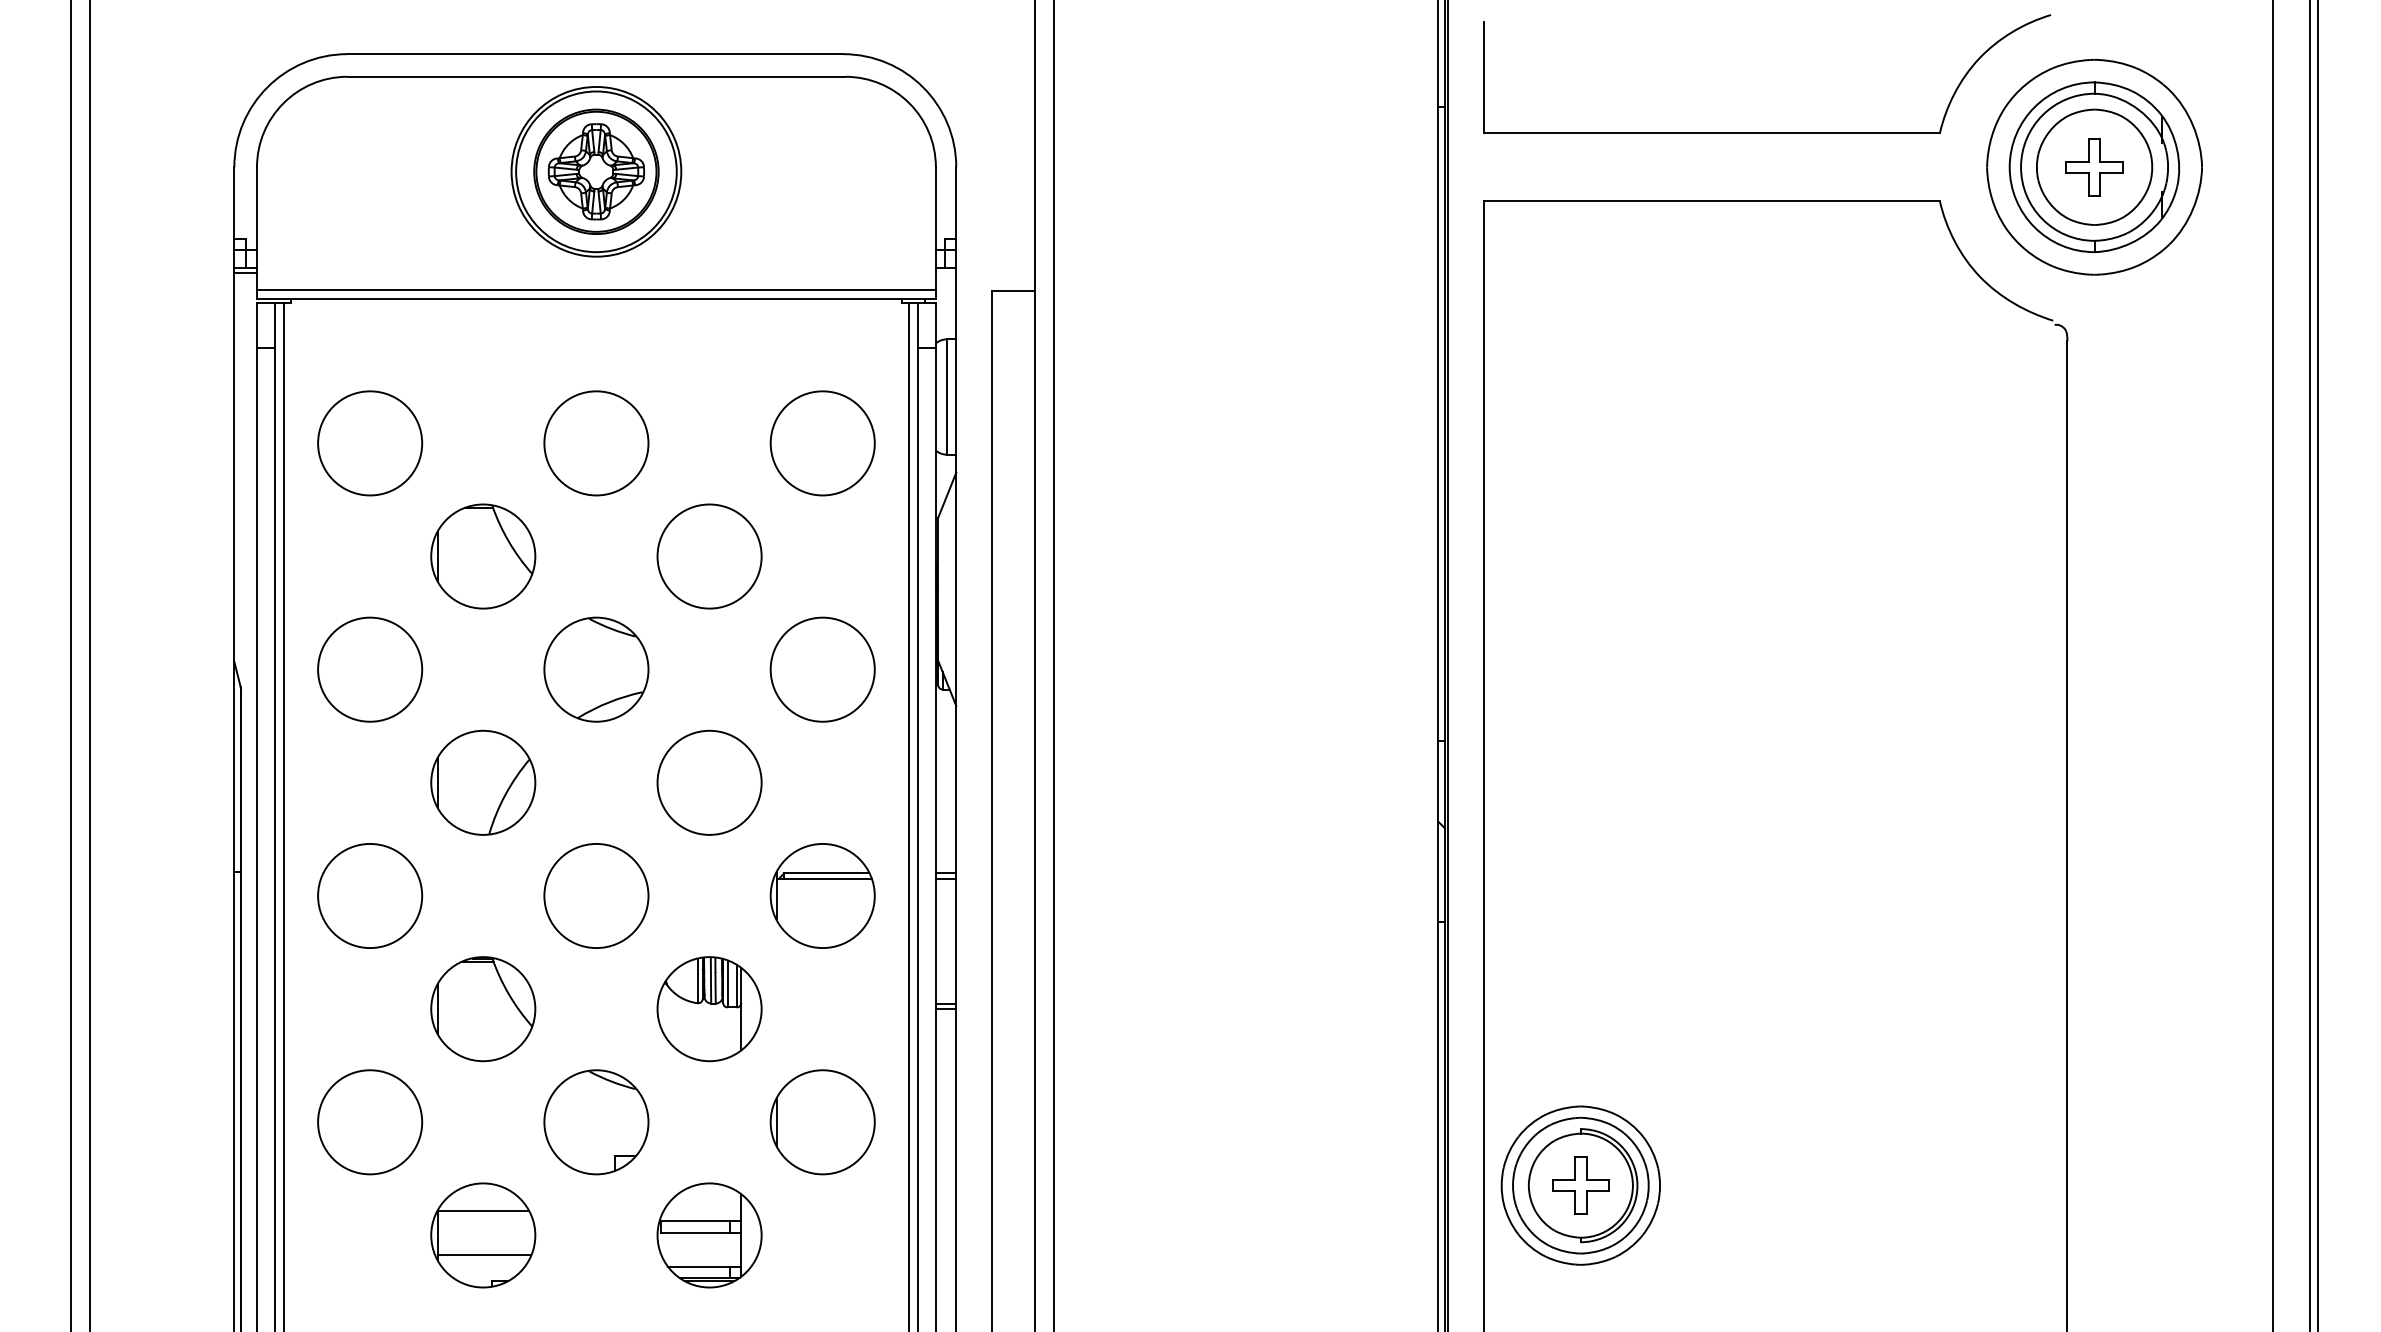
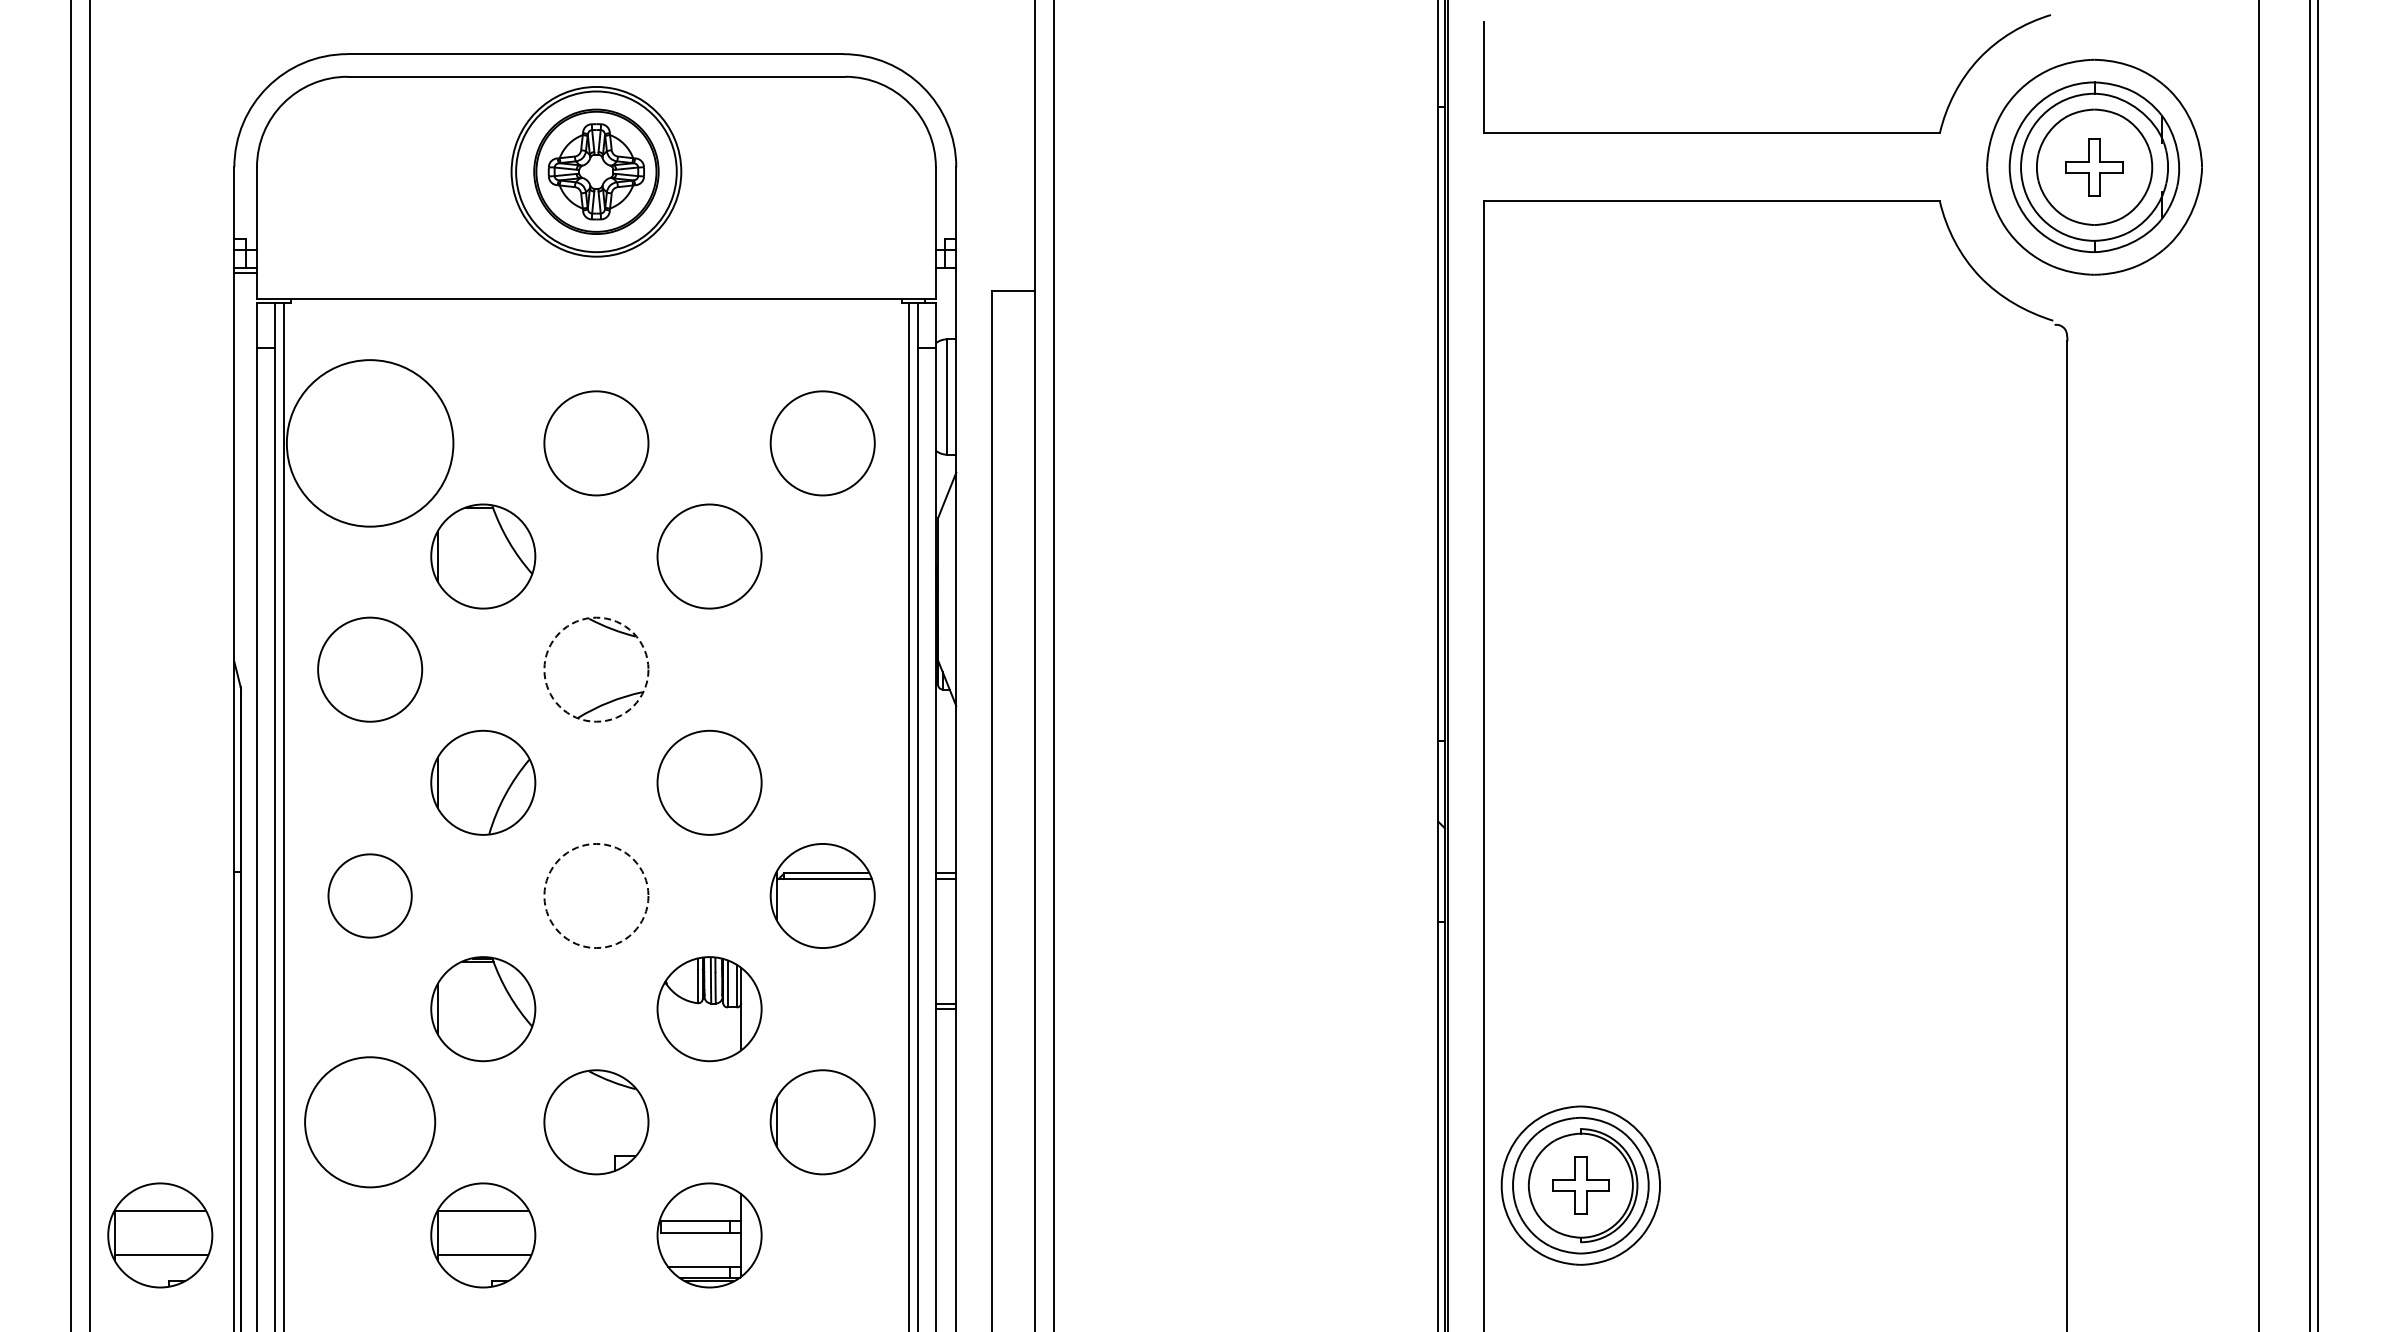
line at (595, 289): present -> none
circle at (370, 443) diameter: 104 px -> 167 px
line at (2273, 665) position: (2273, 665) -> (2259, 665)
circle at (596, 669): solid -> dashed
circle at (822, 669): present -> none
circle at (370, 895) diameter: 104 px -> 83 px
circle at (596, 895): solid -> dashed
circle at (370, 1122) diameter: 104 px -> 130 px
part at (160, 1235): none -> present
